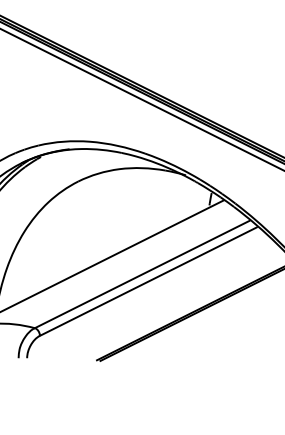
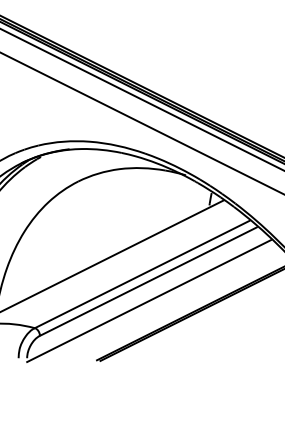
line at (141, 123): none -> present
line at (148, 301): none -> present
